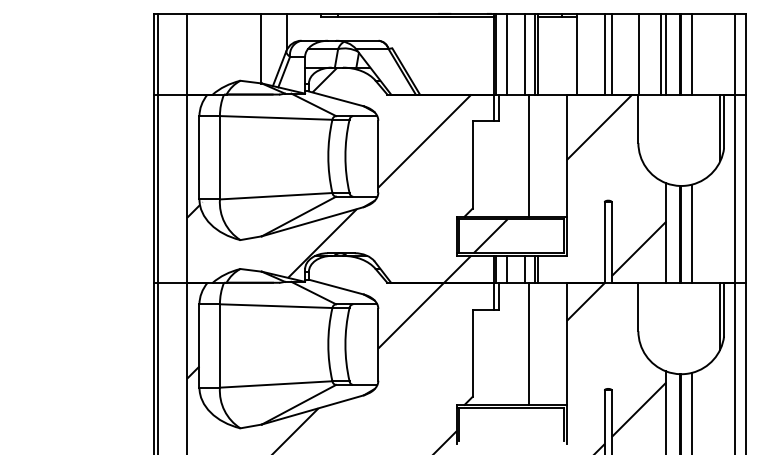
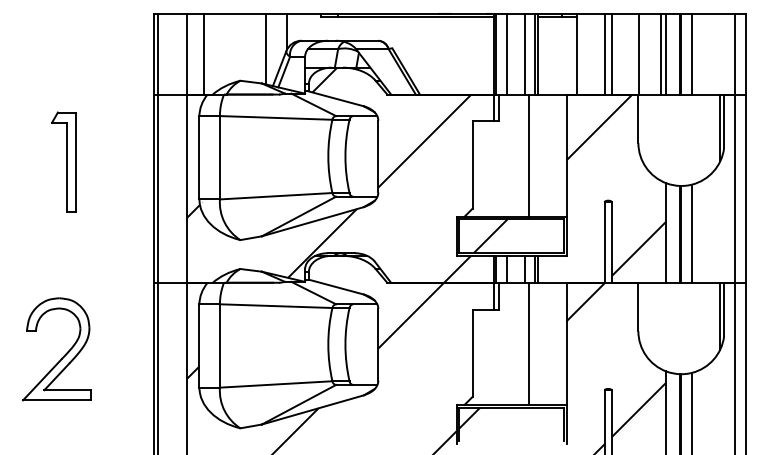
line at (260, 48) position: (260, 48) -> (265, 48)
line at (204, 53): none -> present
part at (63, 161): none -> present
part at (63, 355): none -> present
hatch at (469, 417): none -> present
